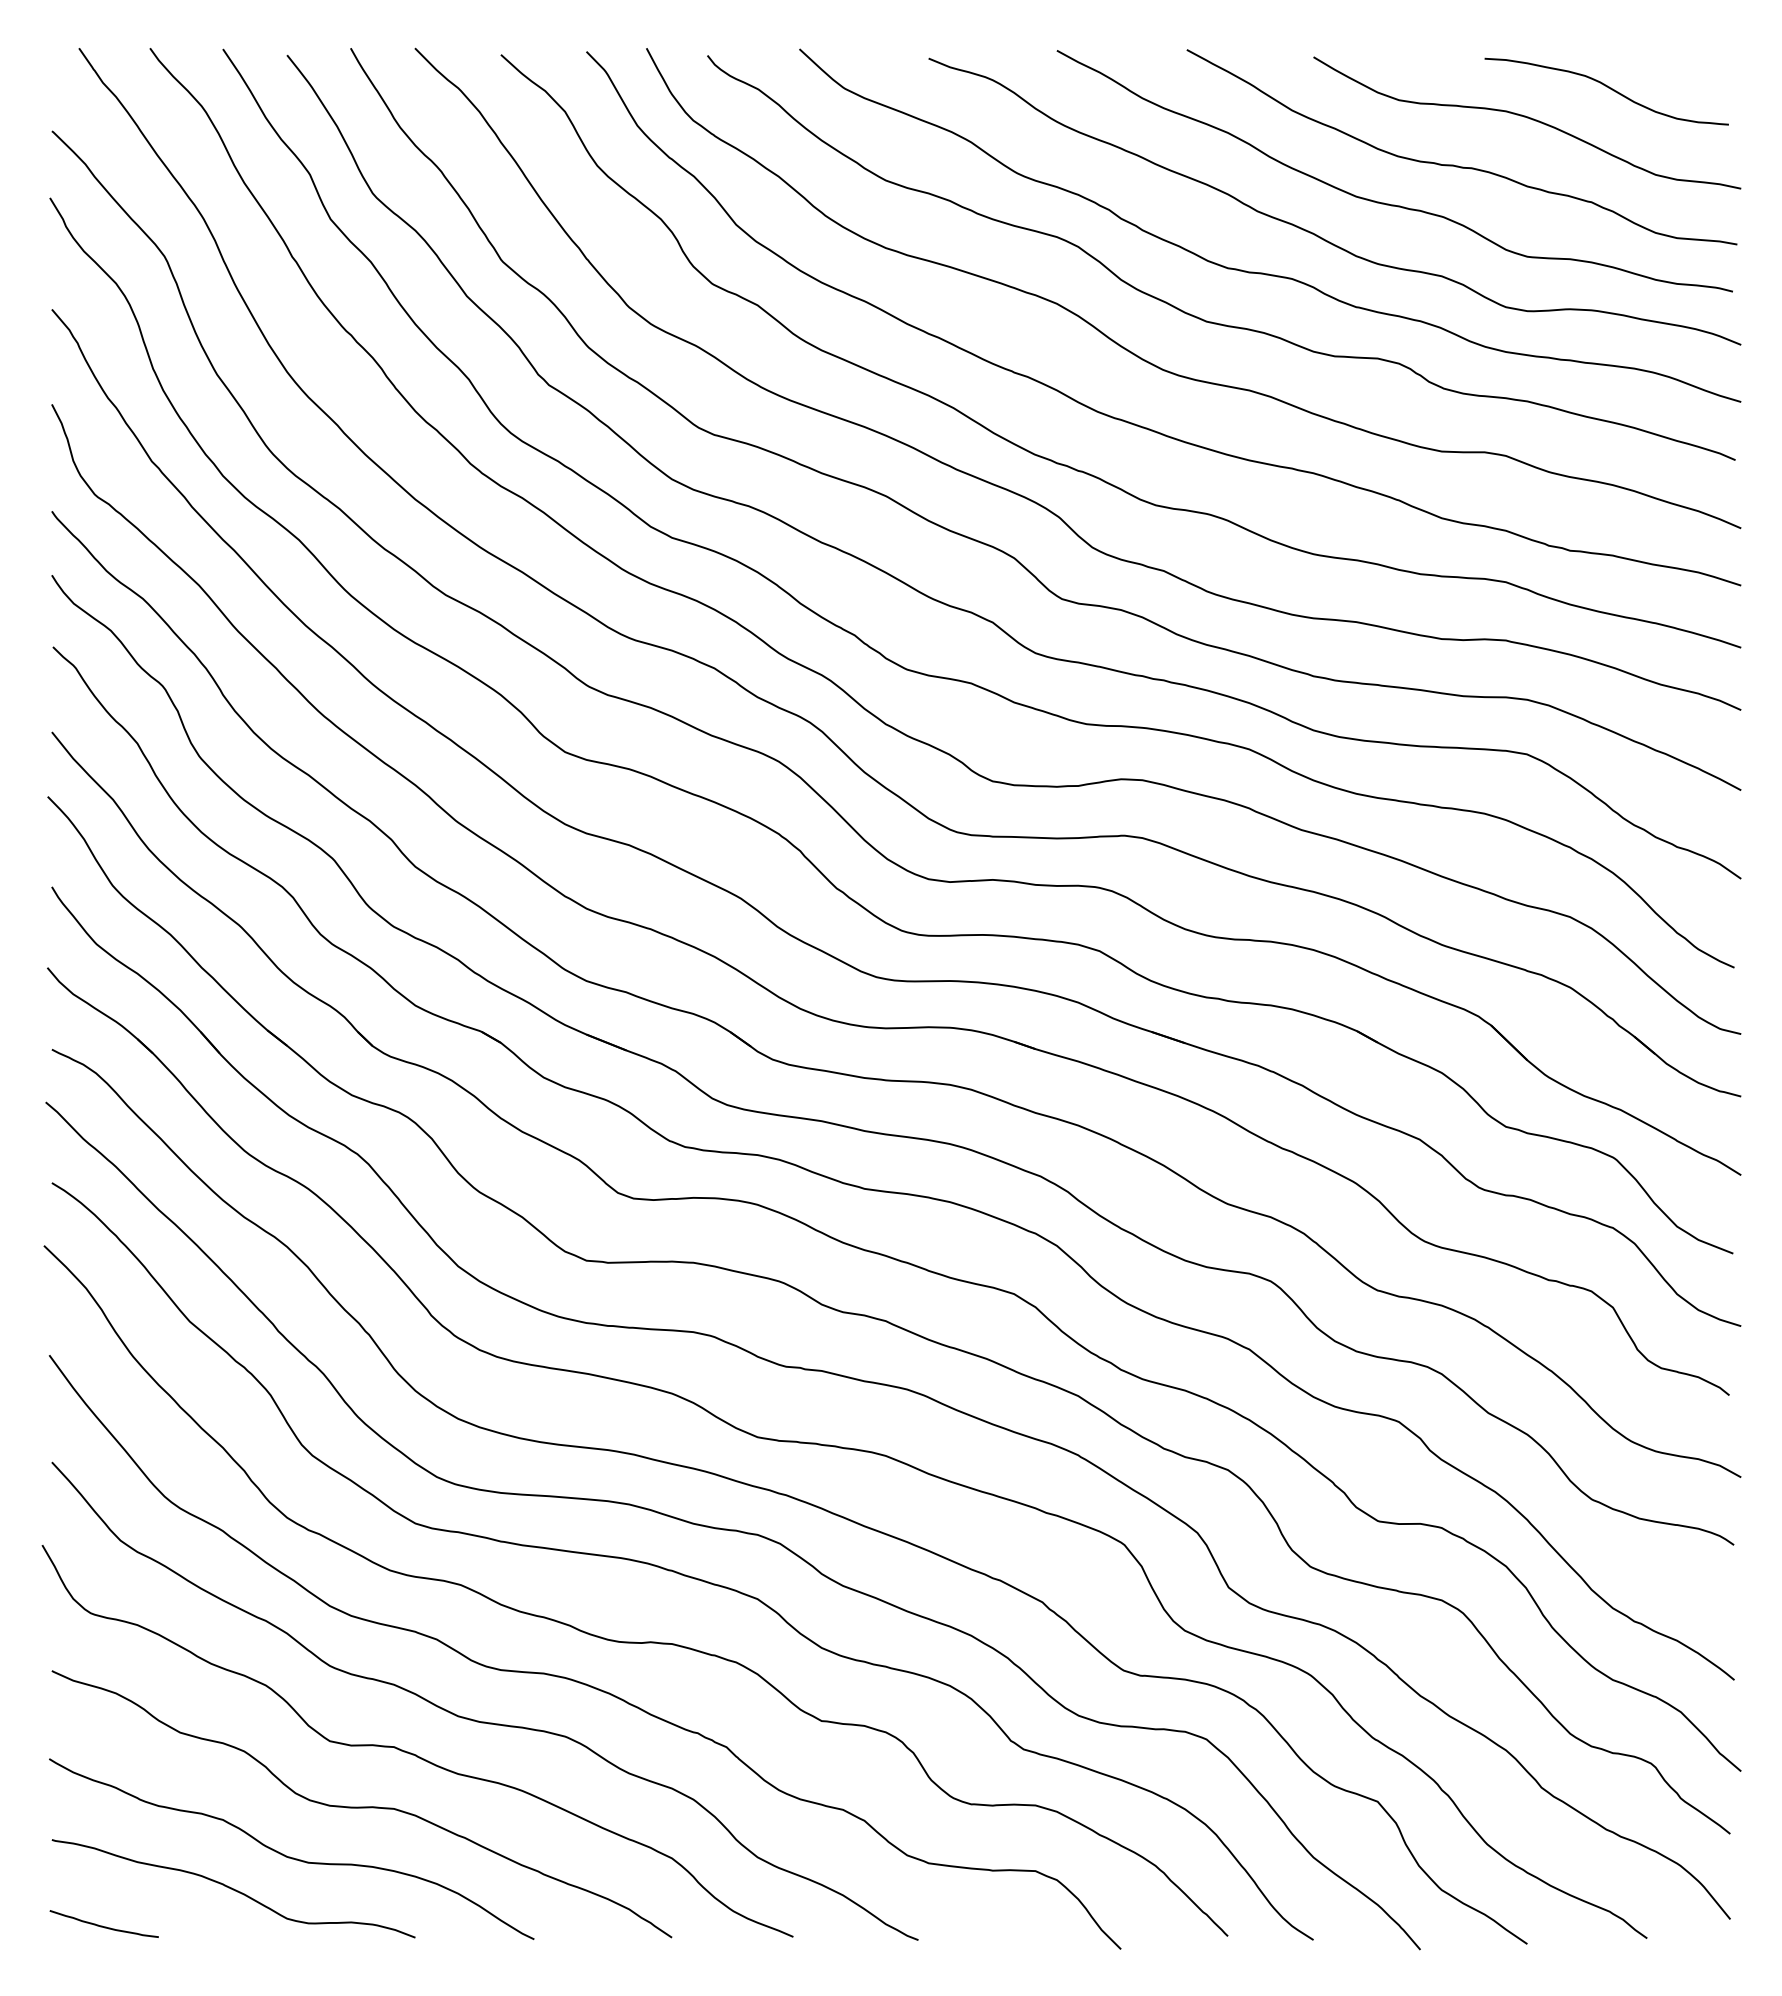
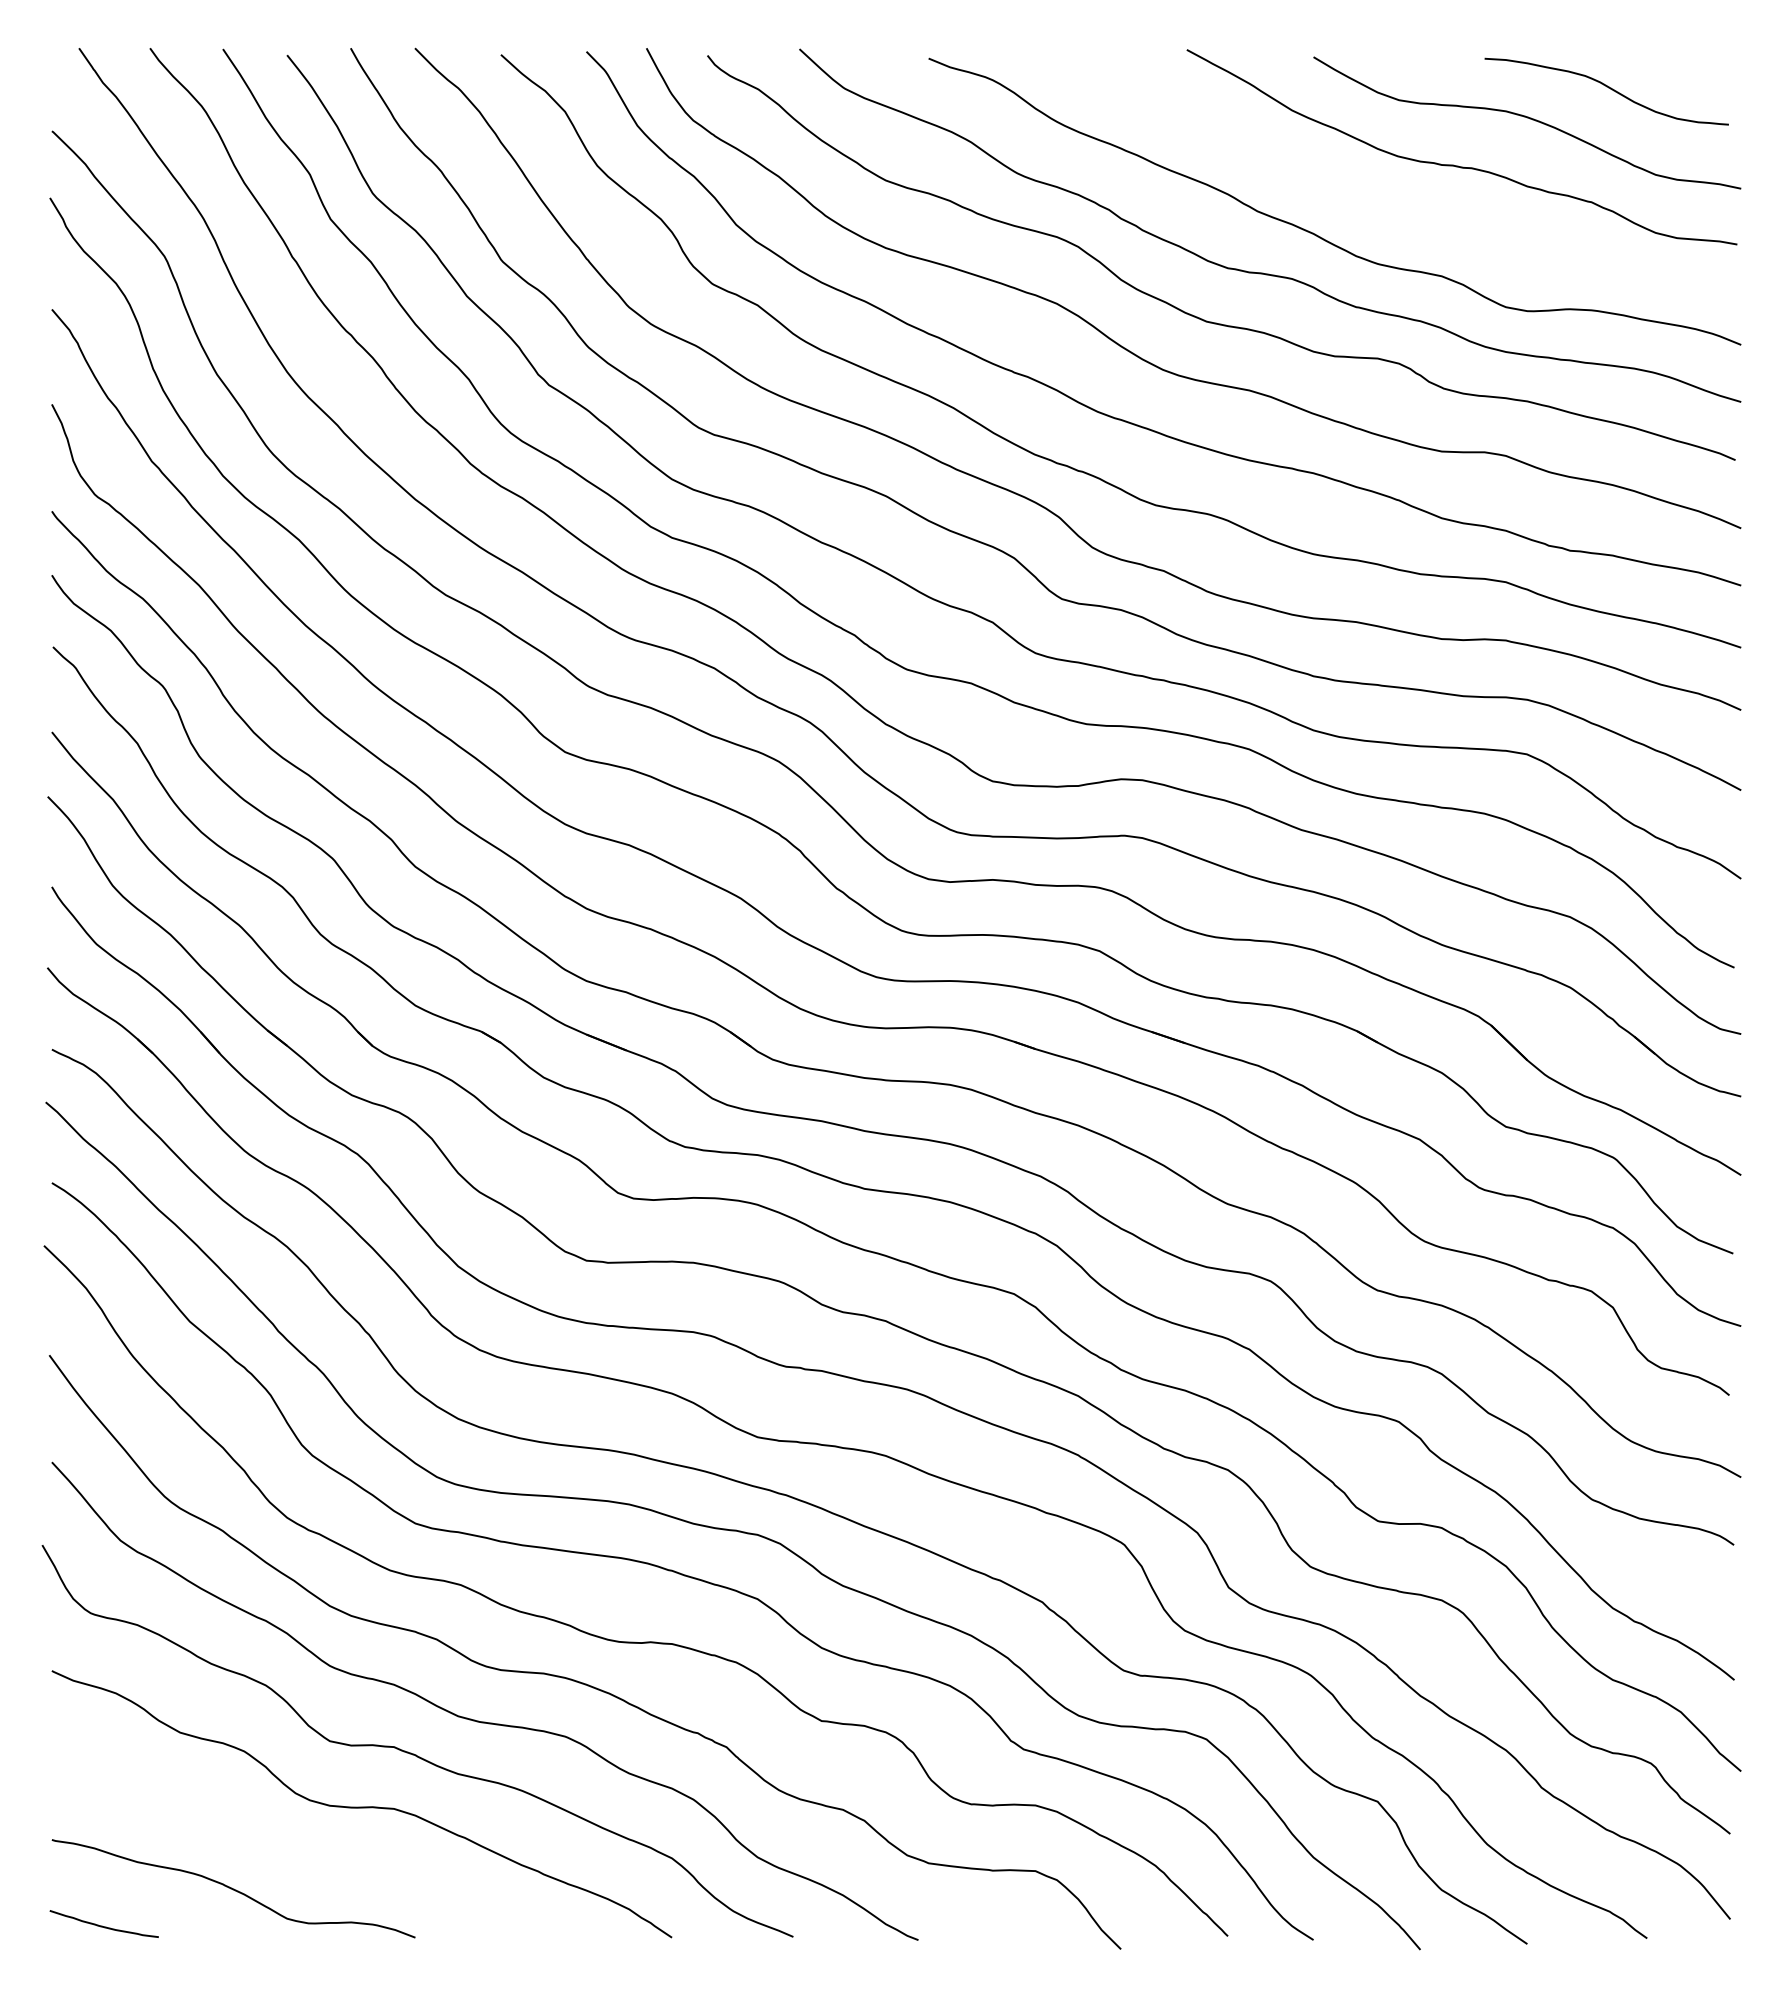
curve at (1388, 203): present -> none
curve at (290, 1856): present -> none
